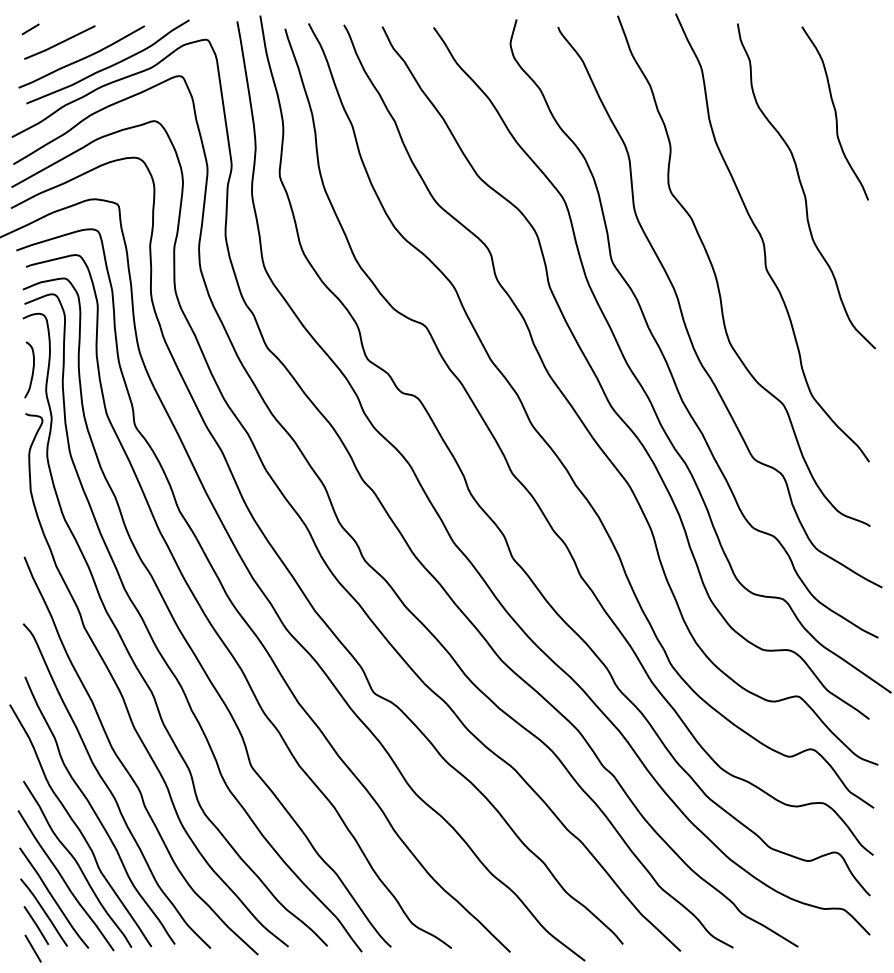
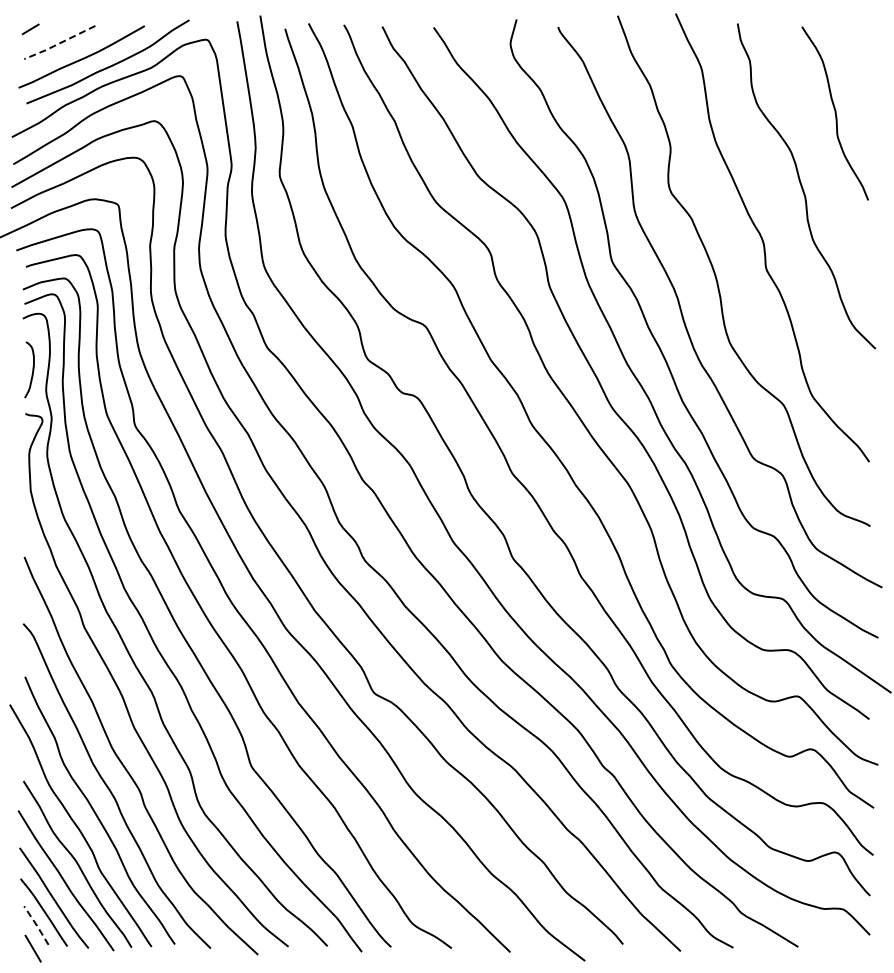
line at (59, 43): solid -> dashed
line at (36, 925): solid -> dashed
